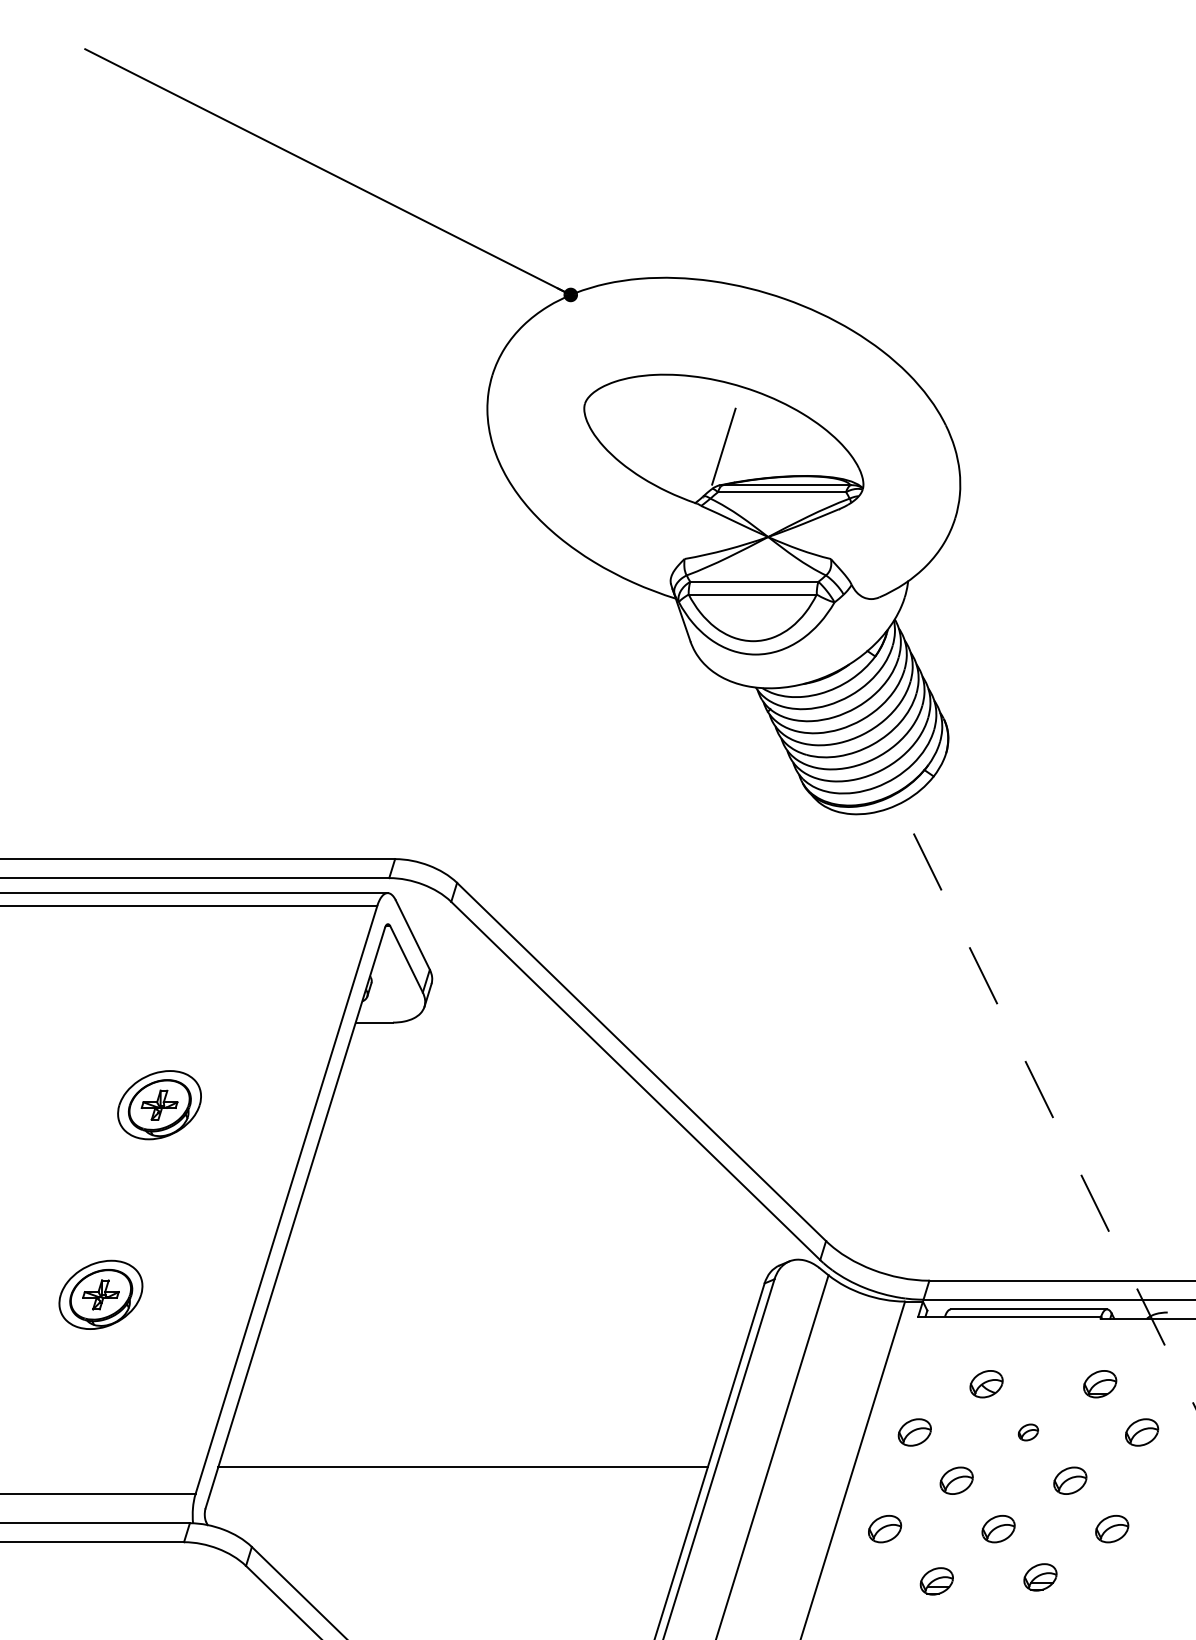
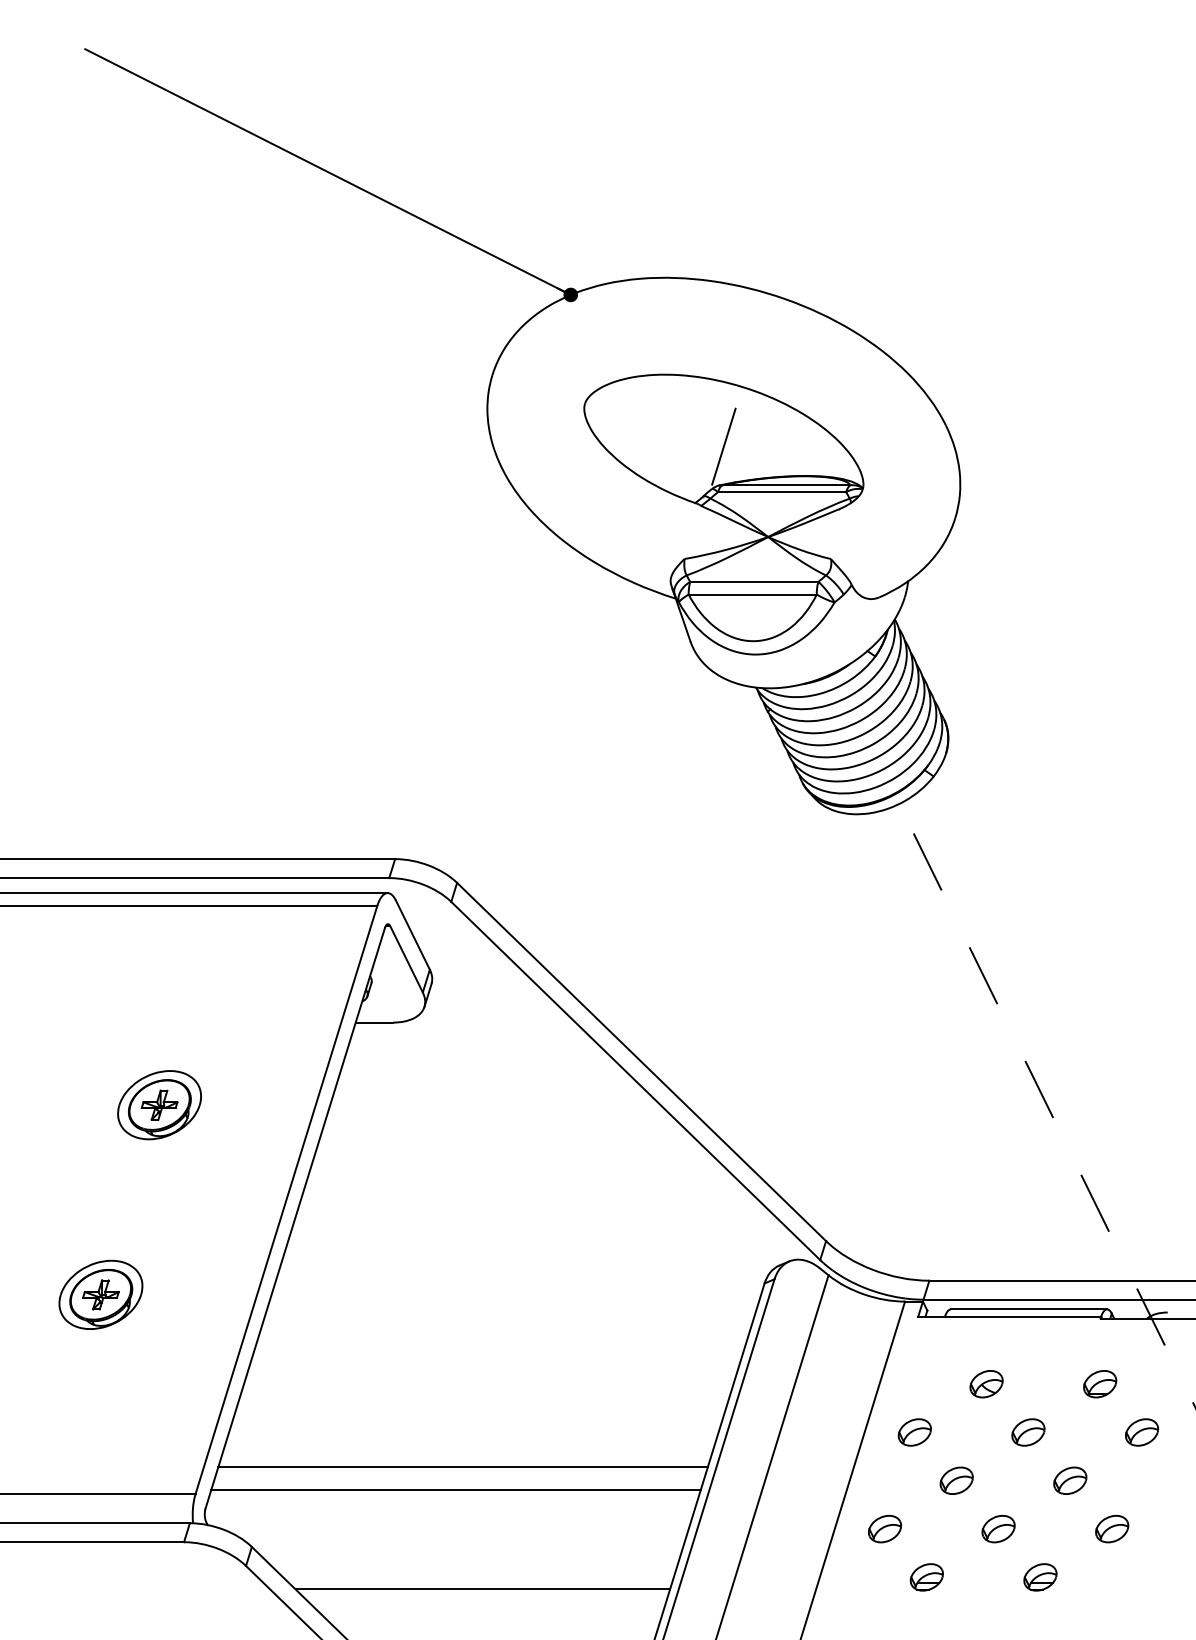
part at (1028, 1432) size: 23x19 px -> 35x29 px
line at (455, 1489): none -> present
part at (936, 1581) position: (936, 1581) -> (926, 1577)
line at (482, 1589): none -> present
